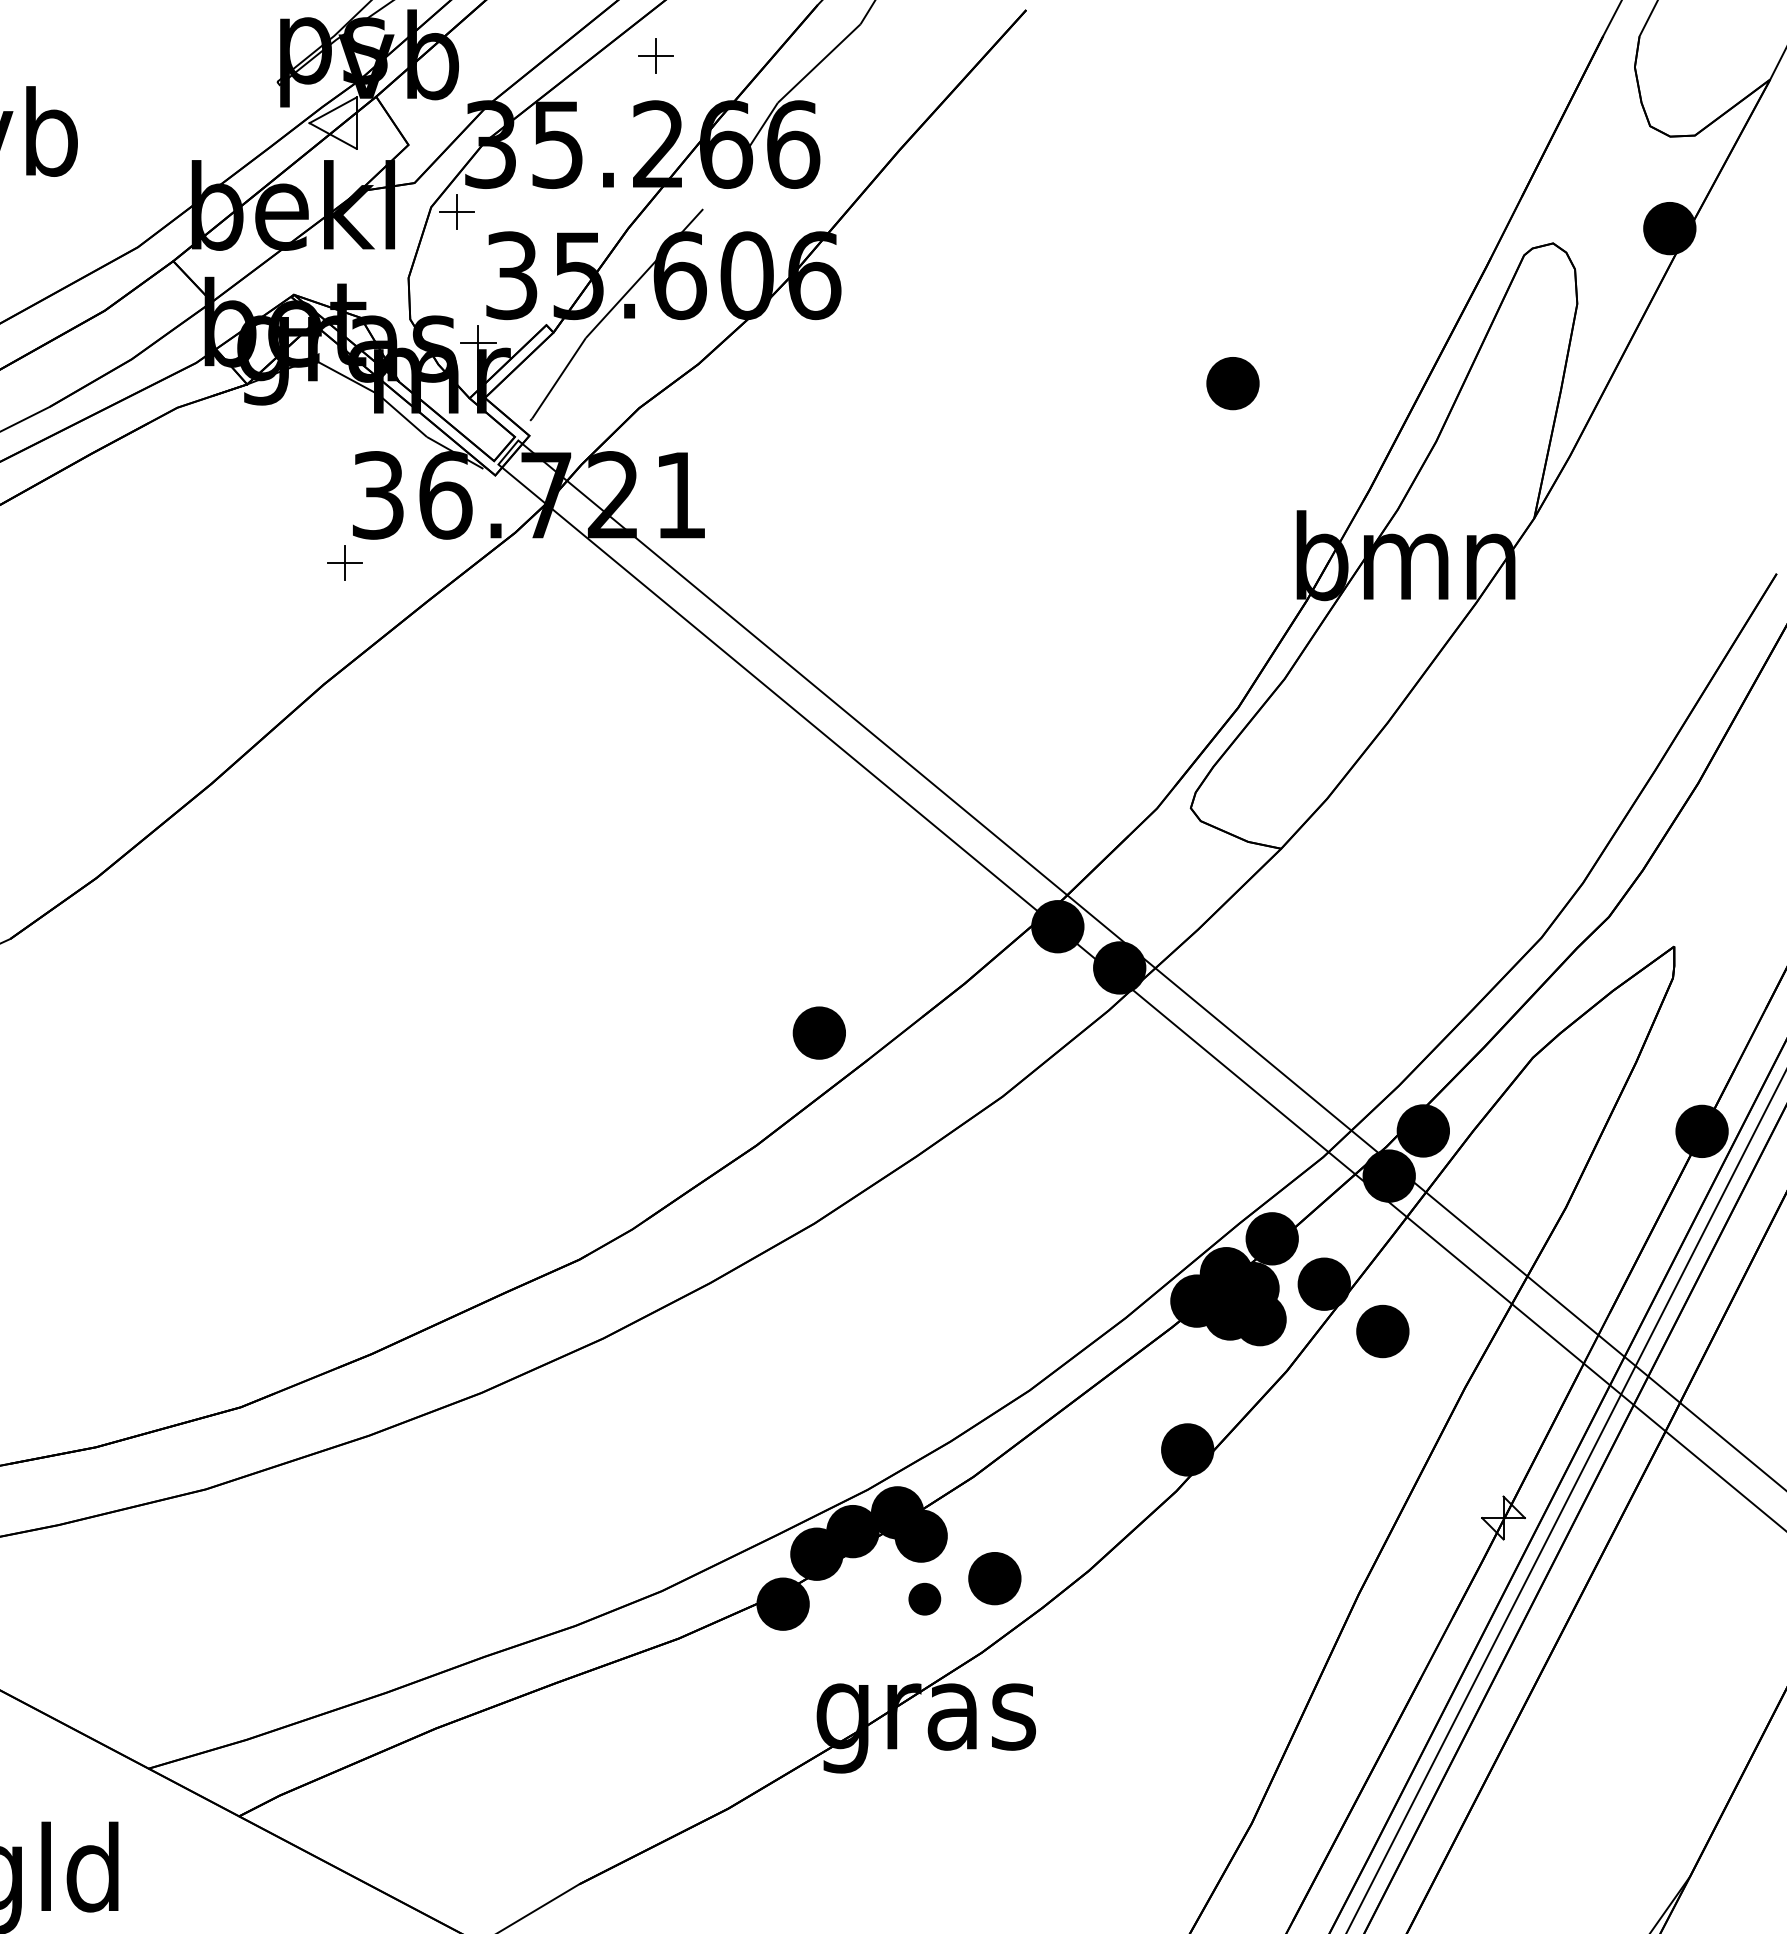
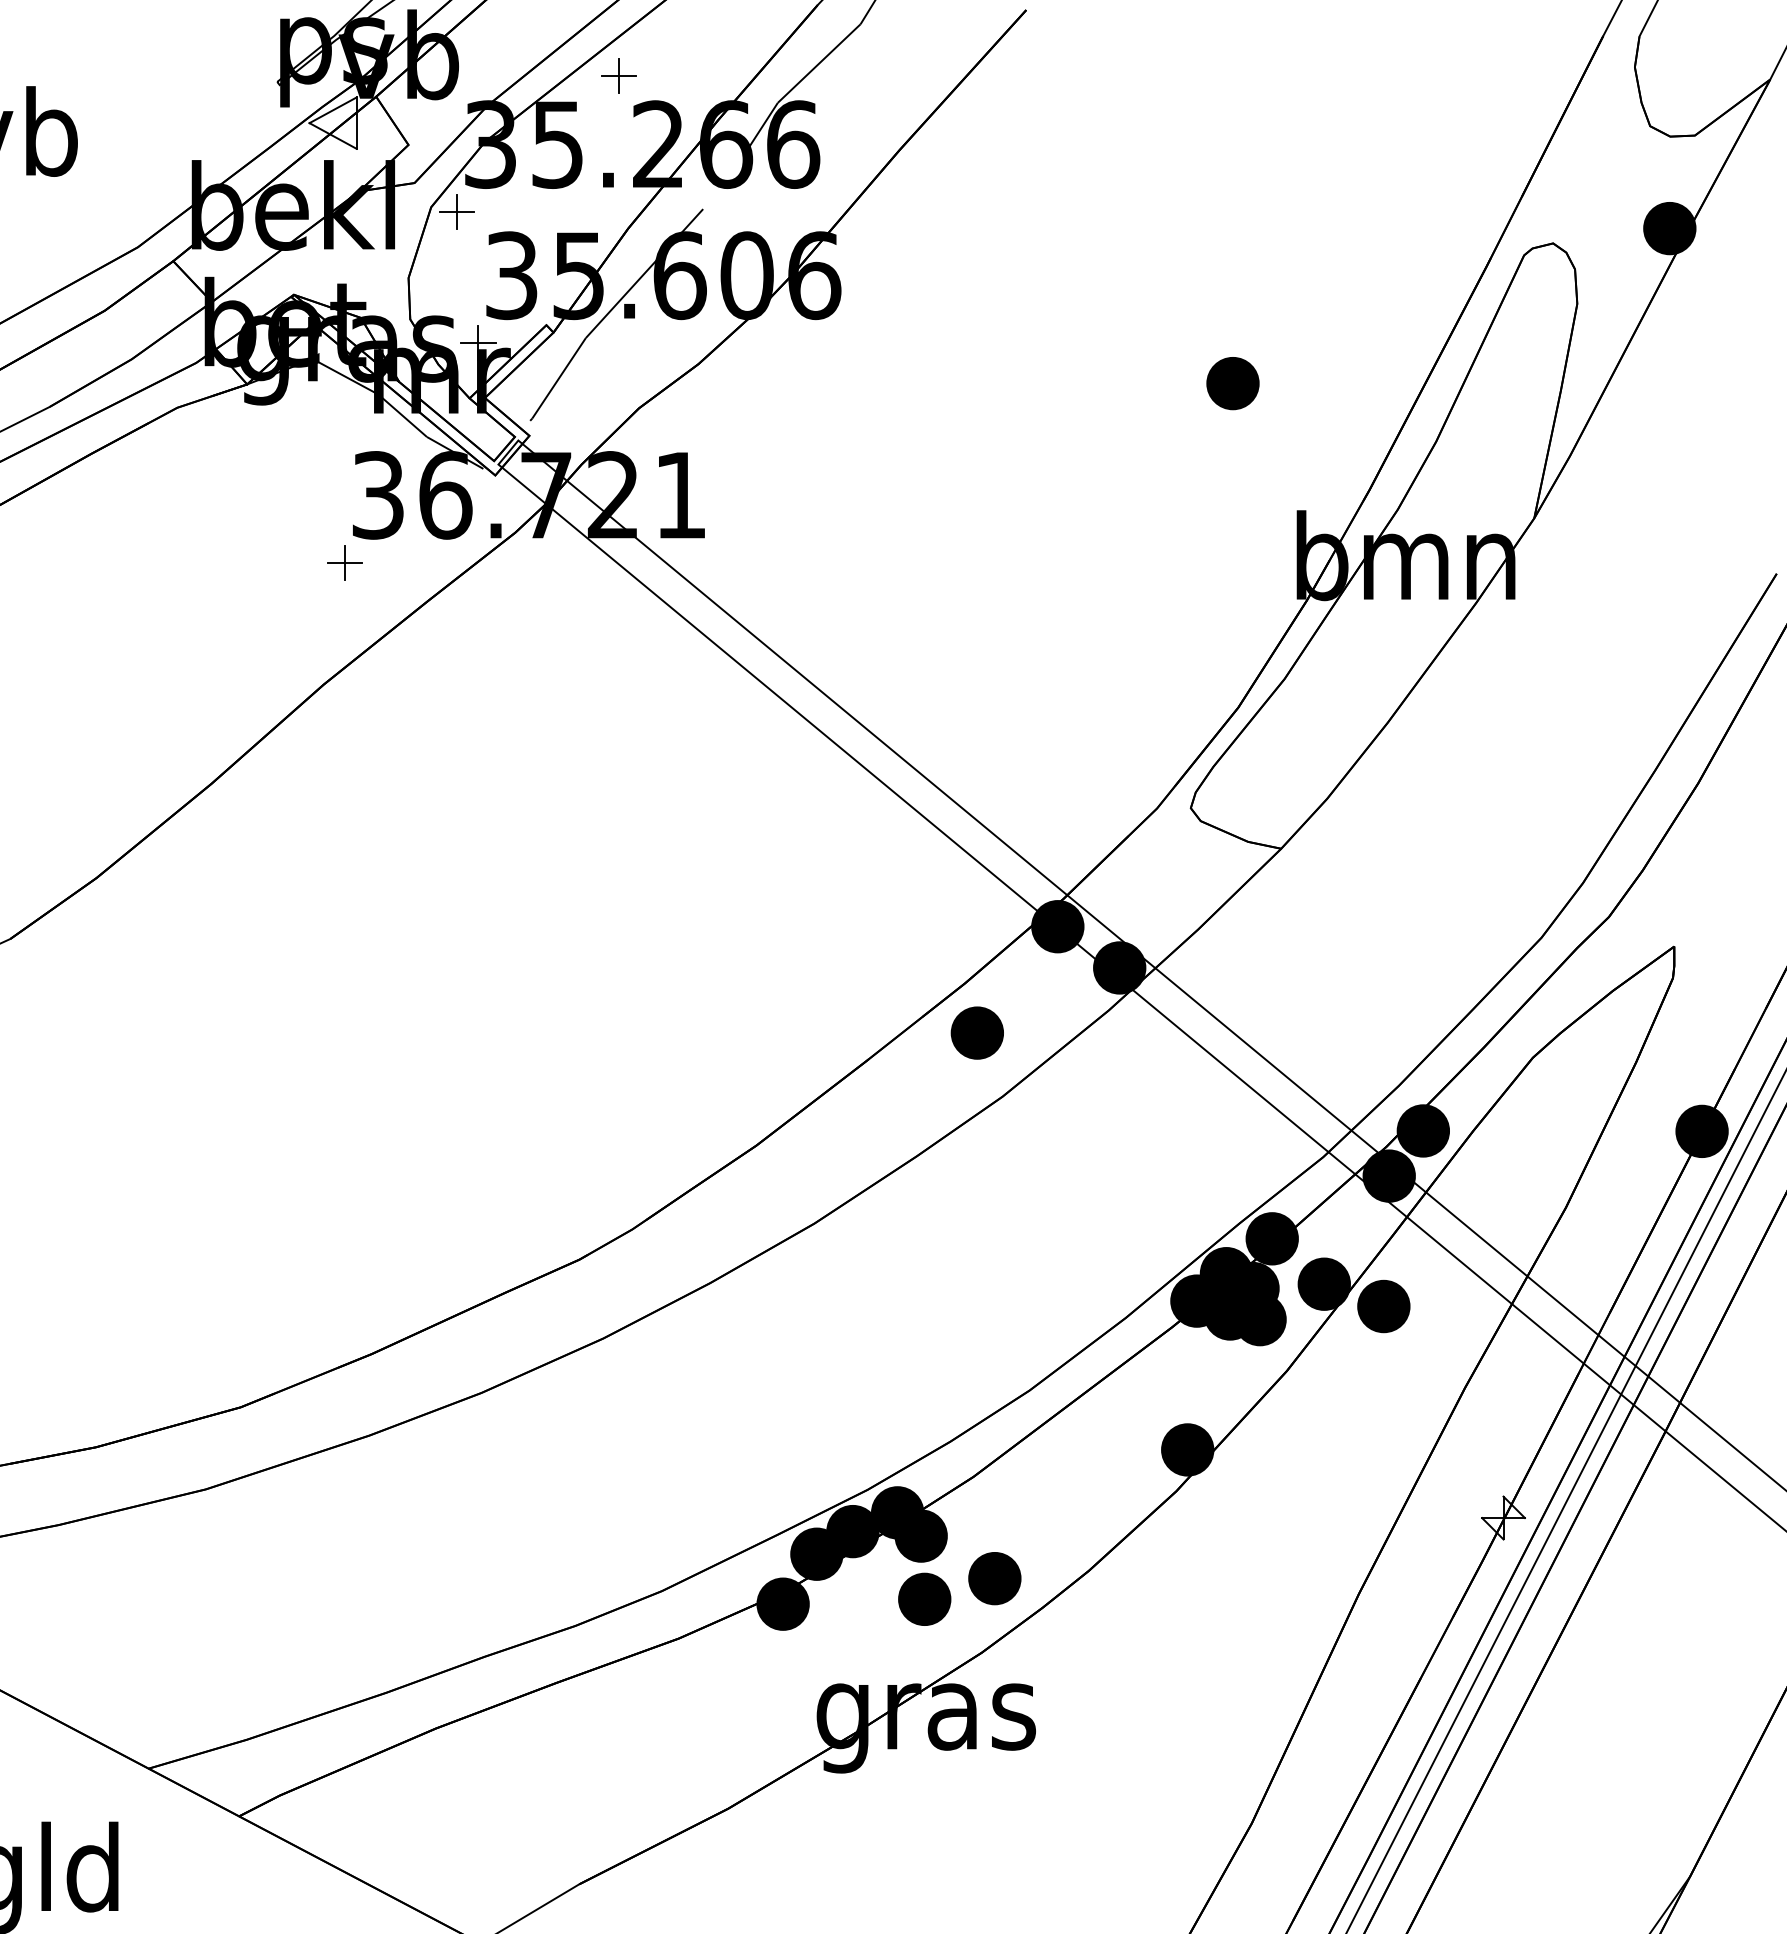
part at (655, 55) position: (655, 55) -> (618, 75)
part at (818, 1032) position: (818, 1032) -> (976, 1032)
part at (1382, 1331) position: (1382, 1331) -> (1383, 1306)
part at (924, 1598) size: 34x34 px -> 54x54 px
